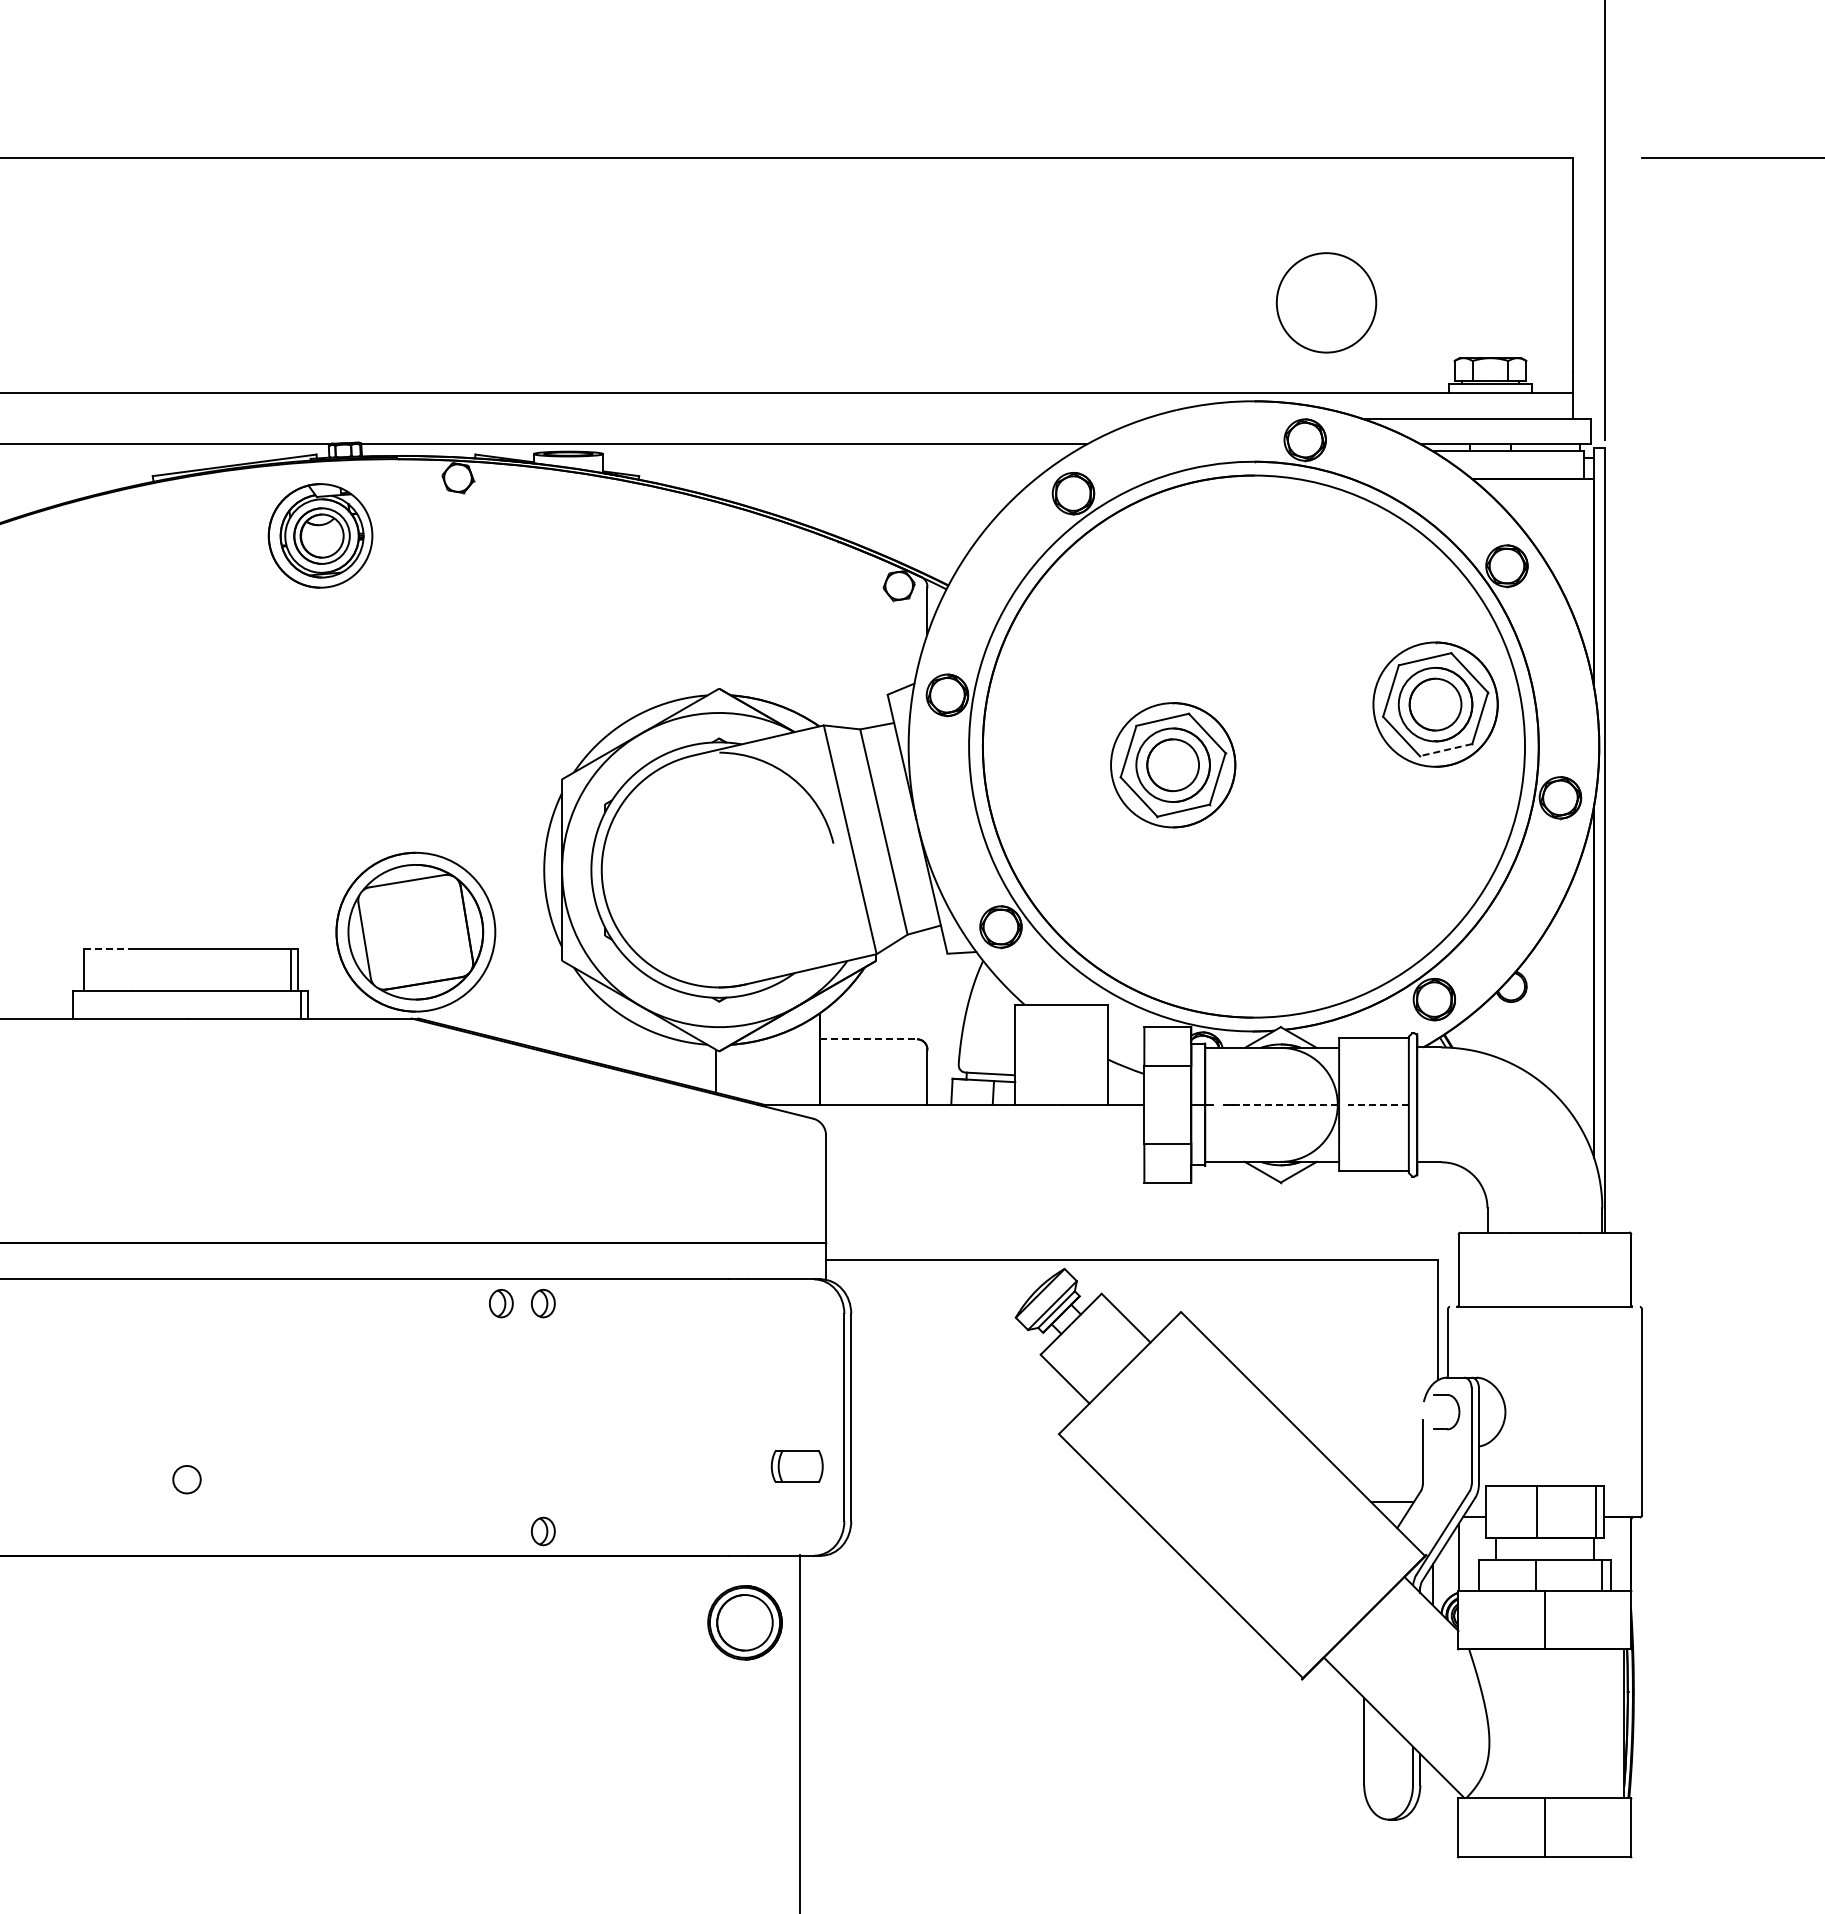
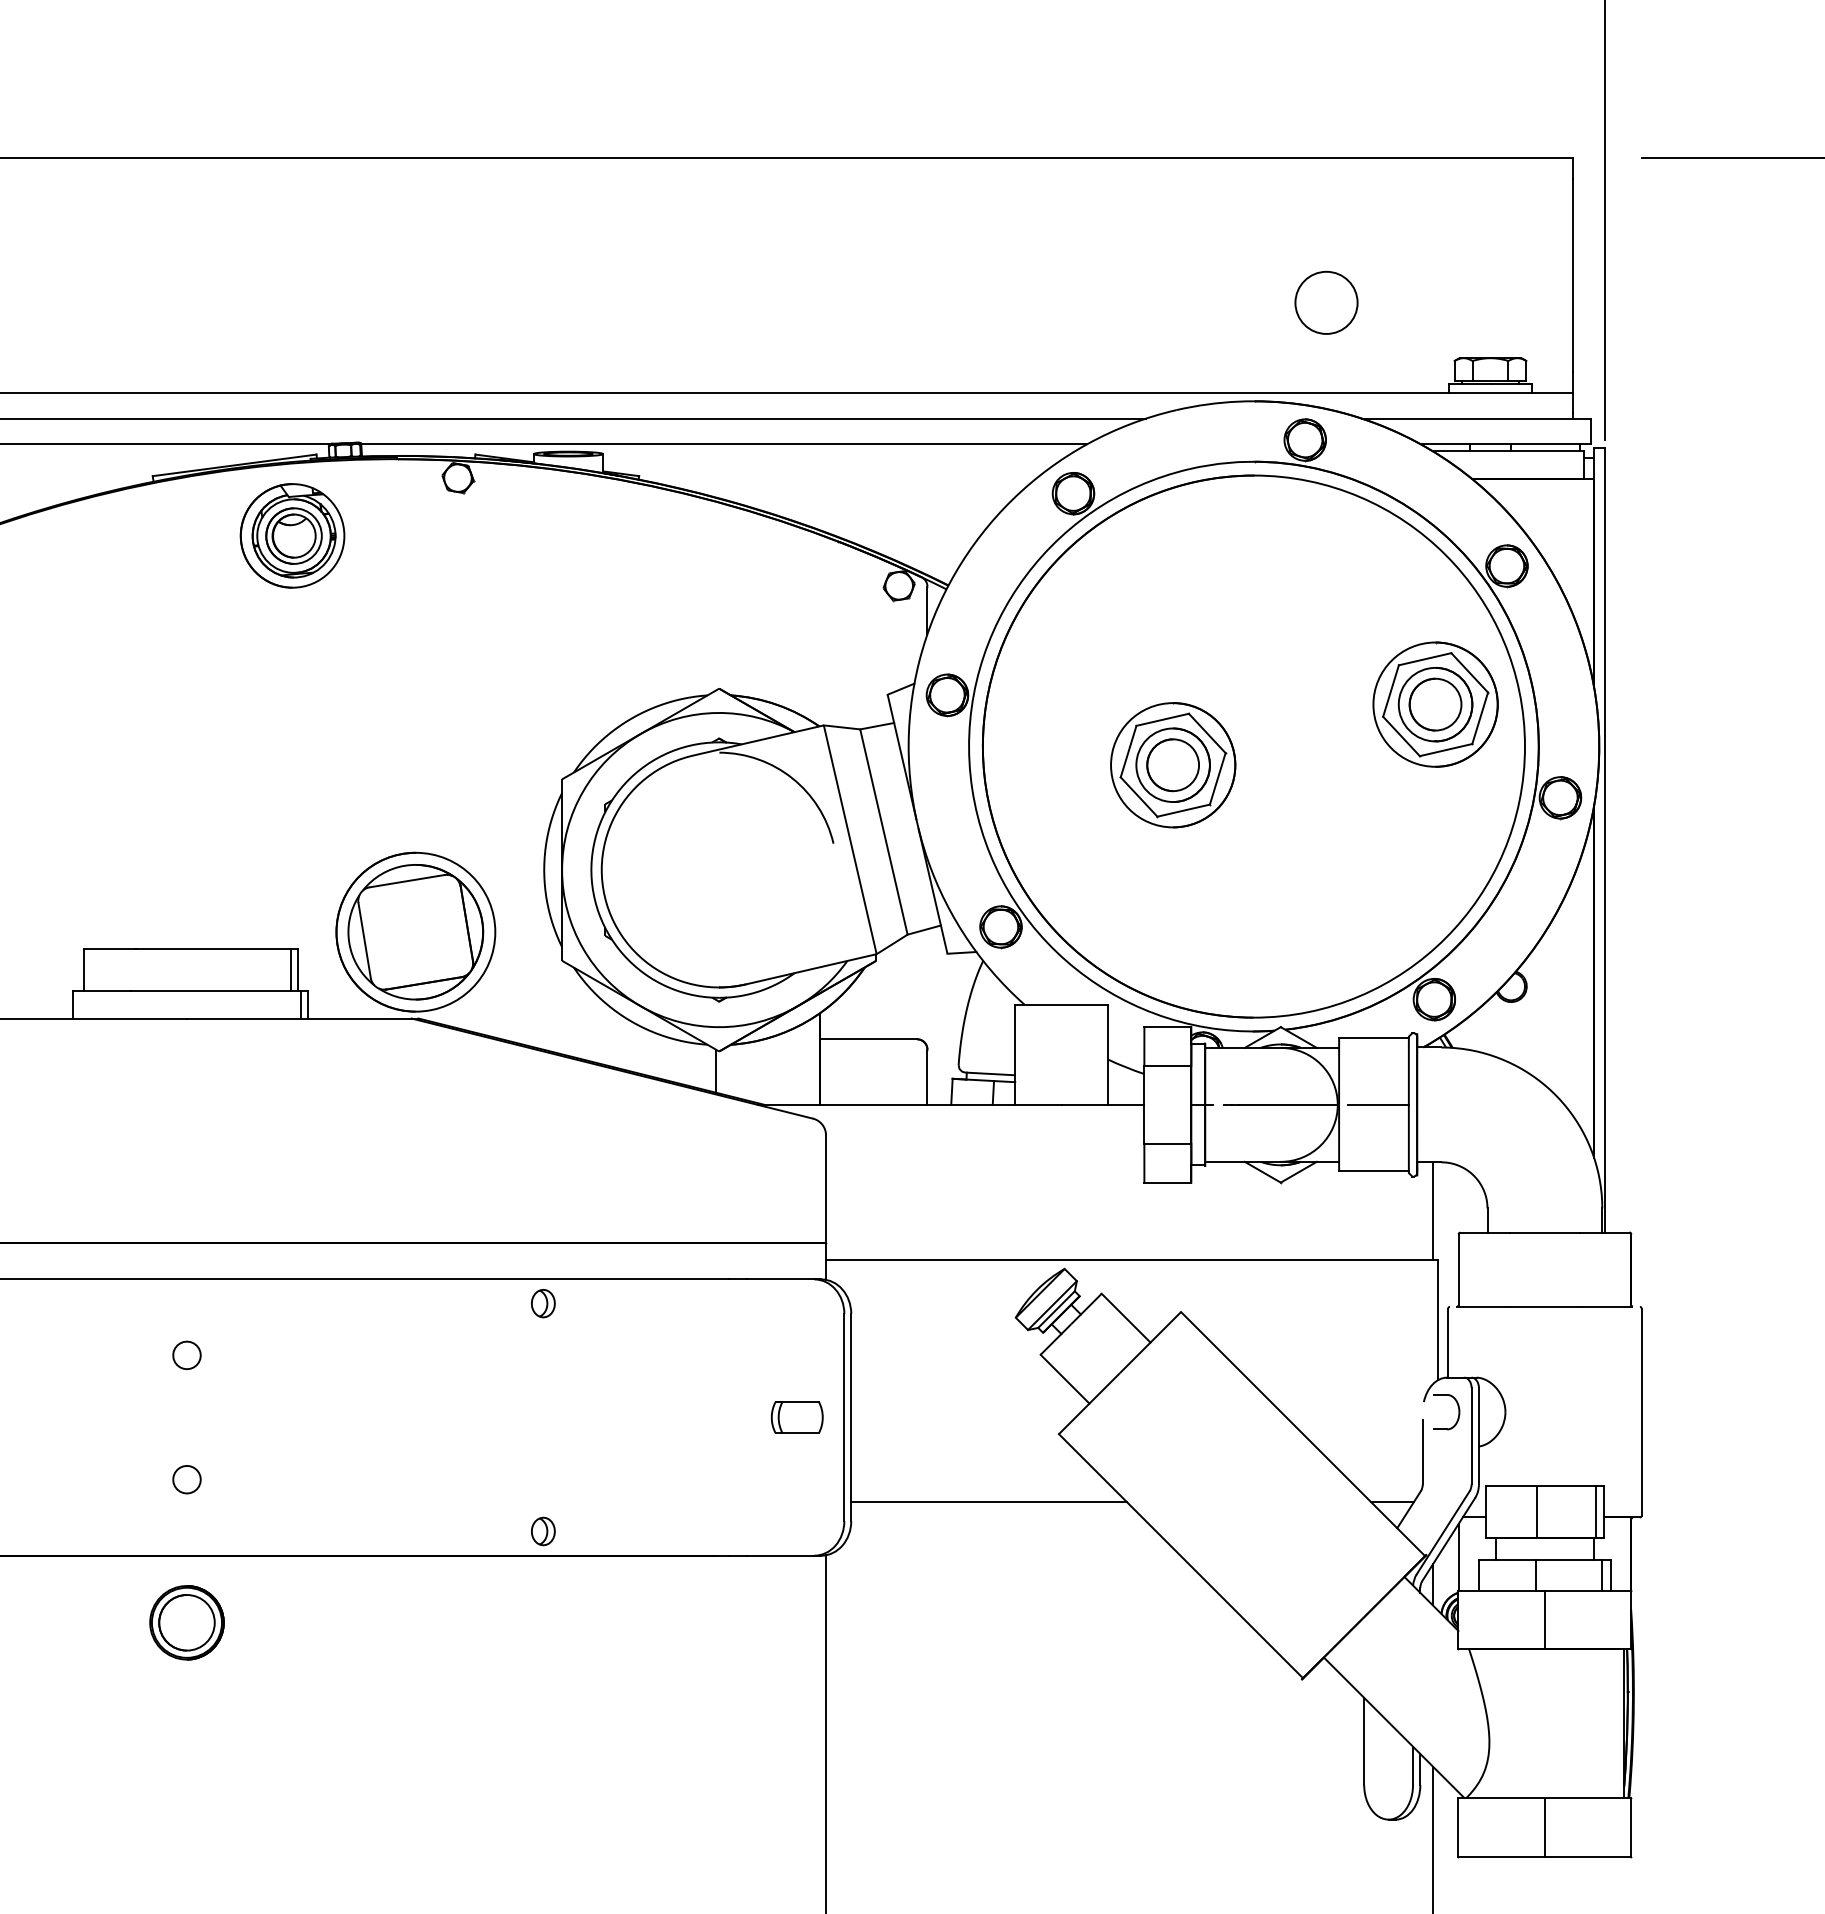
circle at (1326, 302) diameter: 99 px -> 62 px
line at (574, 418): none -> present
part at (320, 535) position: (320, 535) -> (292, 535)
line at (1446, 750): dashed -> solid
line at (110, 949): dashed -> solid
line at (868, 1039): dashed -> solid
line at (1288, 1104): dashed -> solid
line at (1377, 1104): dashed -> solid
line at (1432, 1211): none -> present
part at (501, 1303): present -> none
part at (186, 1355): none -> present
part at (796, 1466) position: (796, 1466) -> (796, 1417)
line at (988, 1501): none -> present
part at (744, 1622) position: (744, 1622) -> (186, 1622)
line at (800, 1732) position: (800, 1732) -> (826, 1732)
line at (1432, 1838): none -> present
